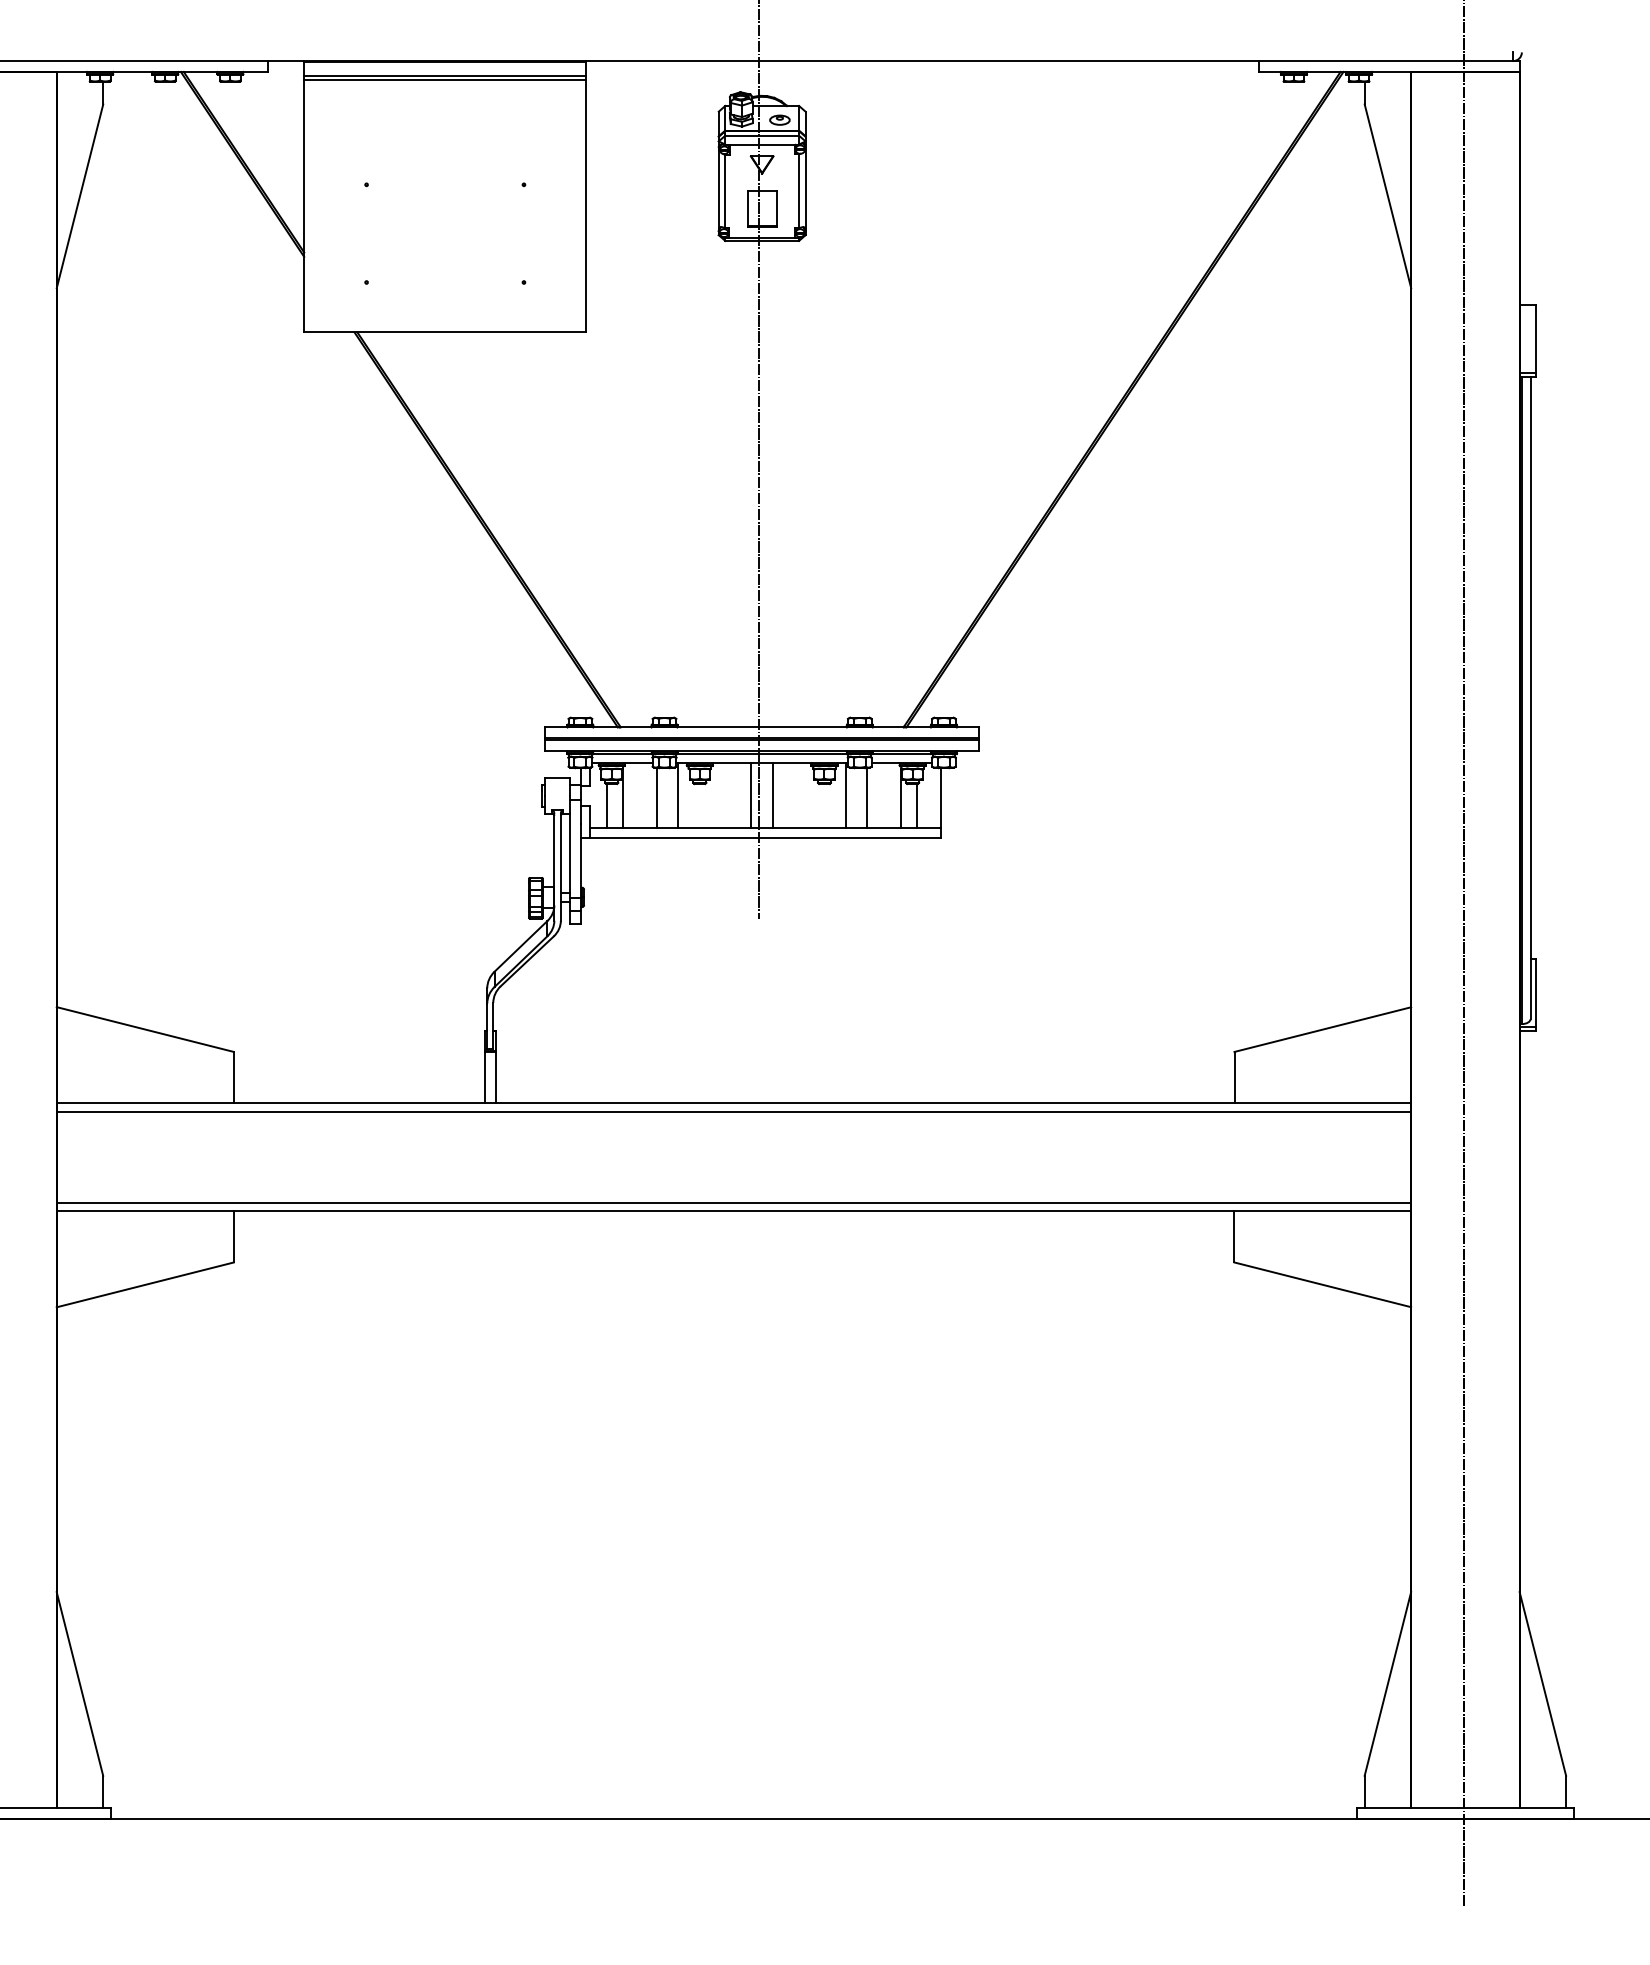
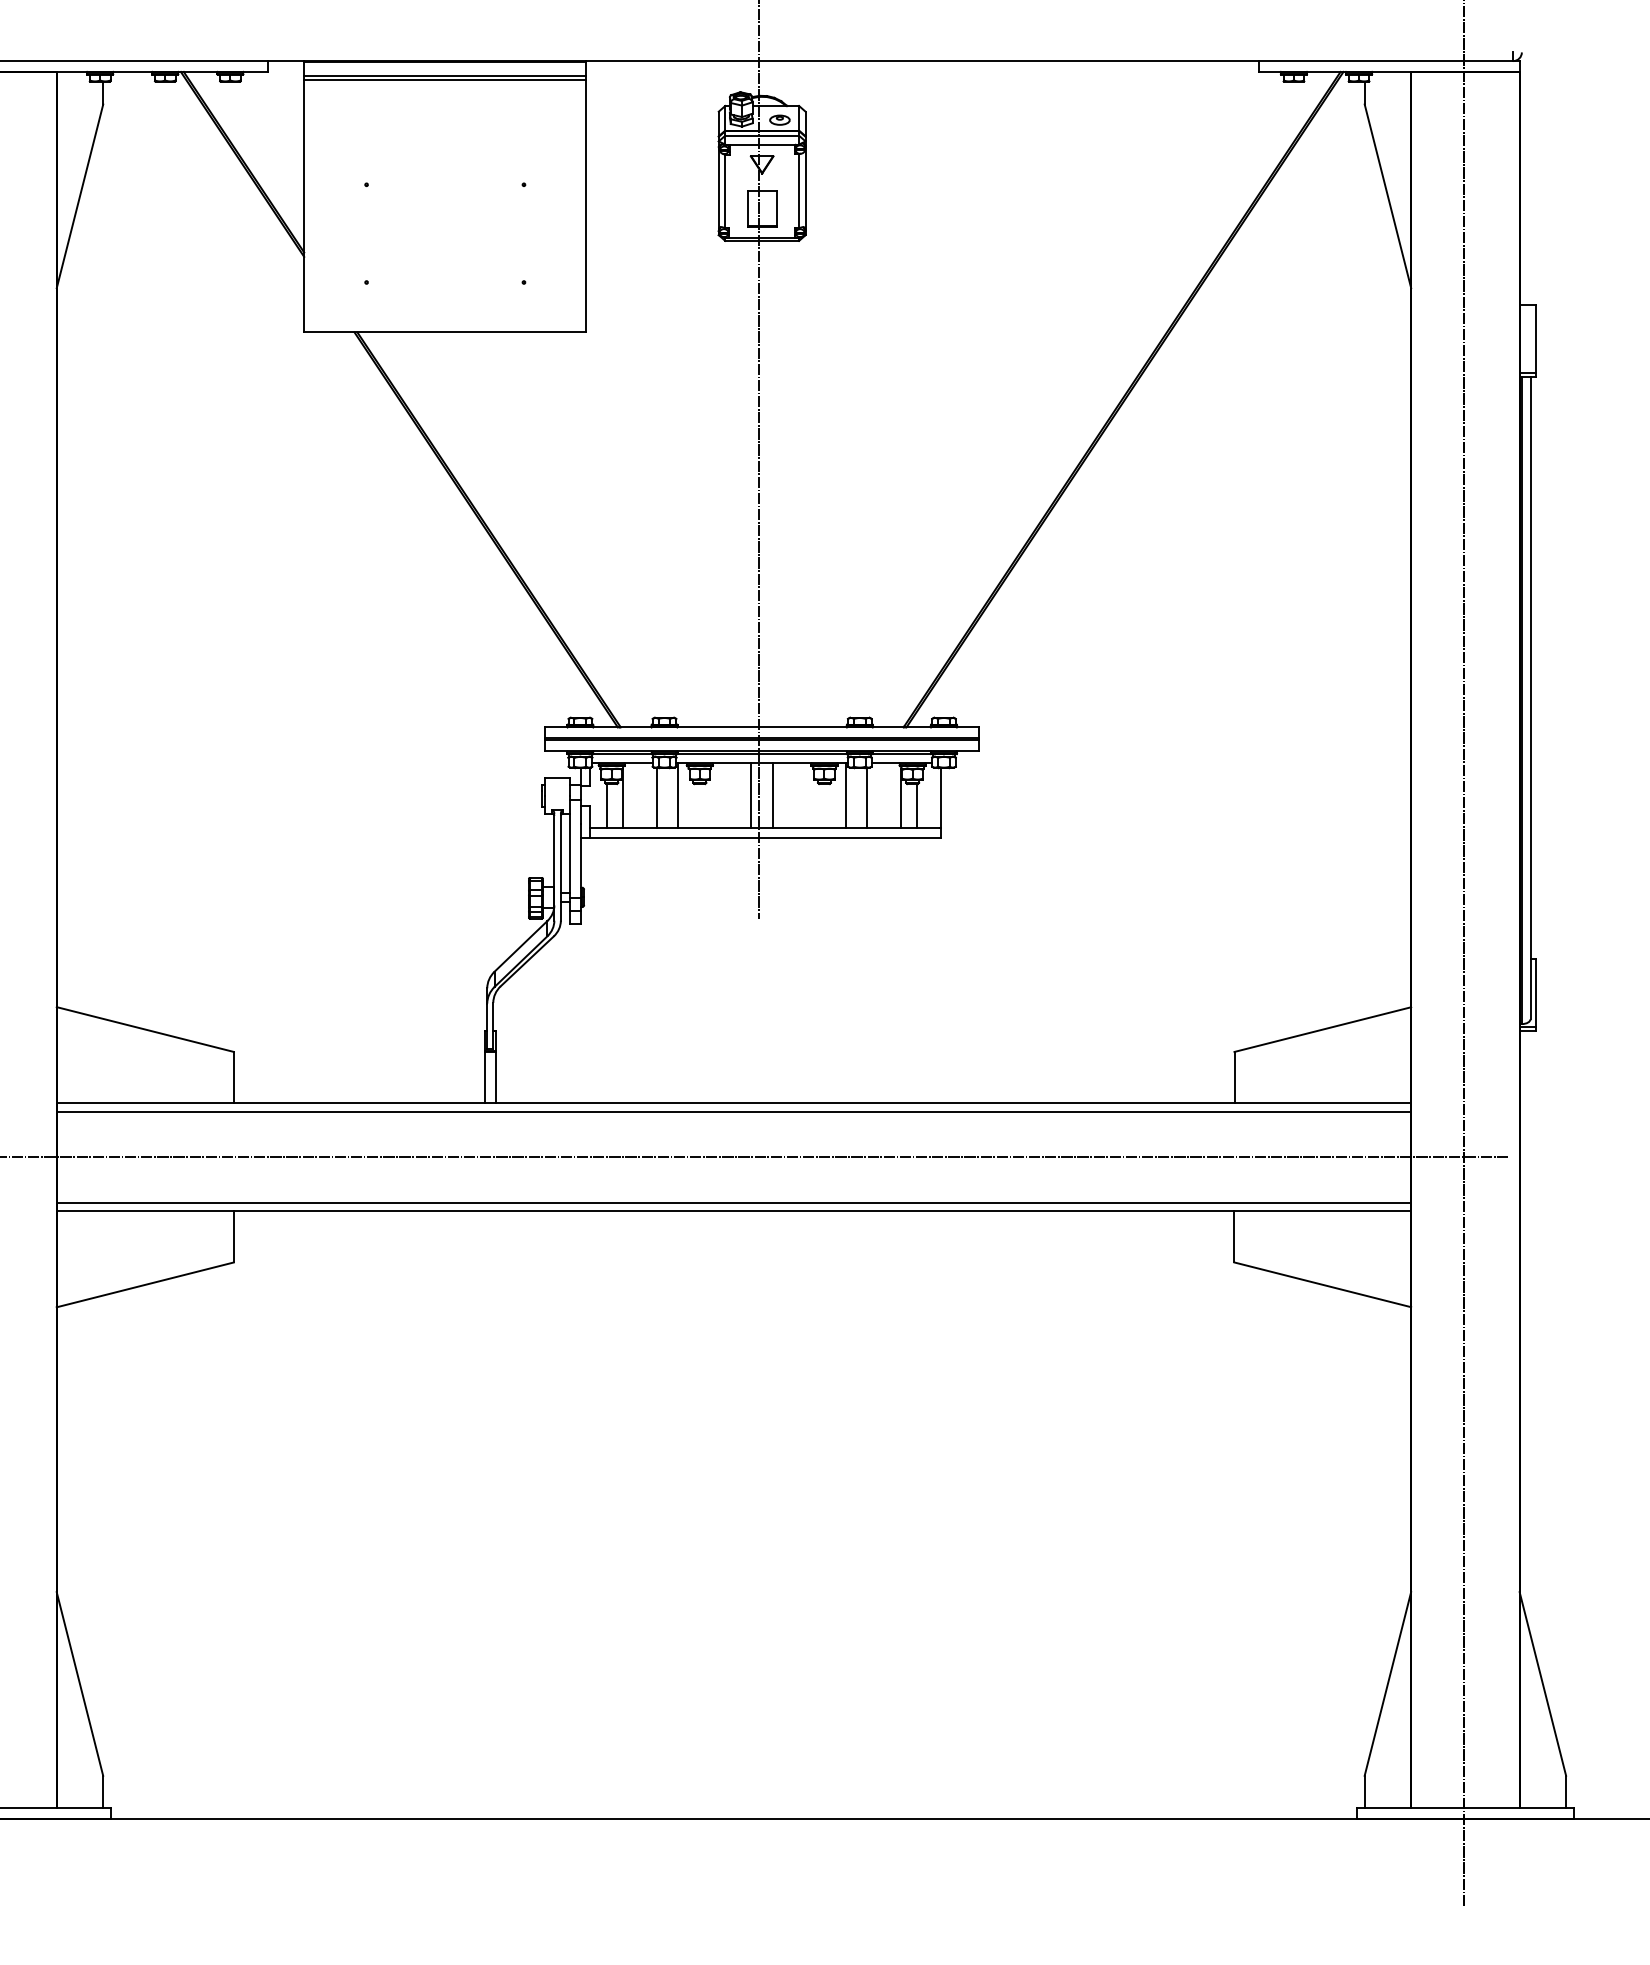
line at (754, 1157): none -> present
